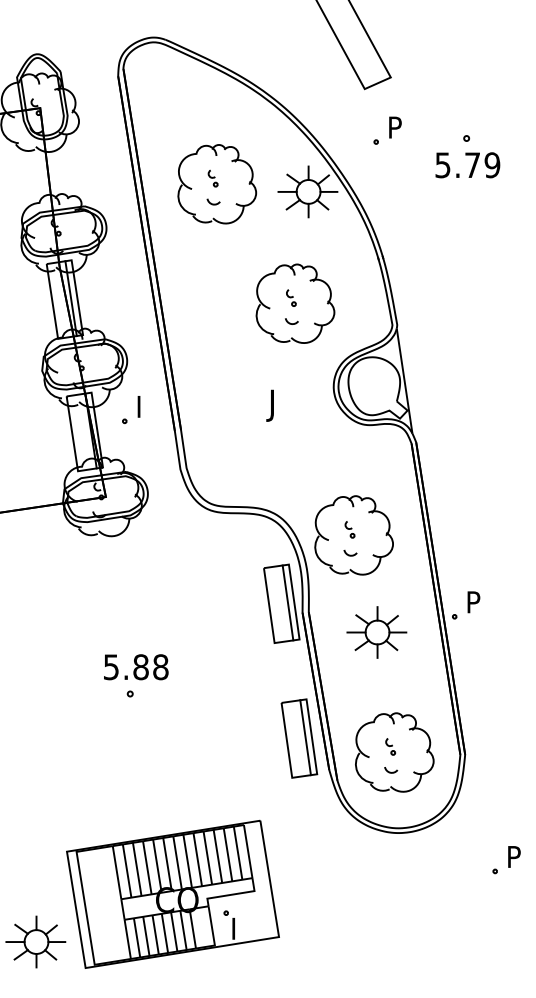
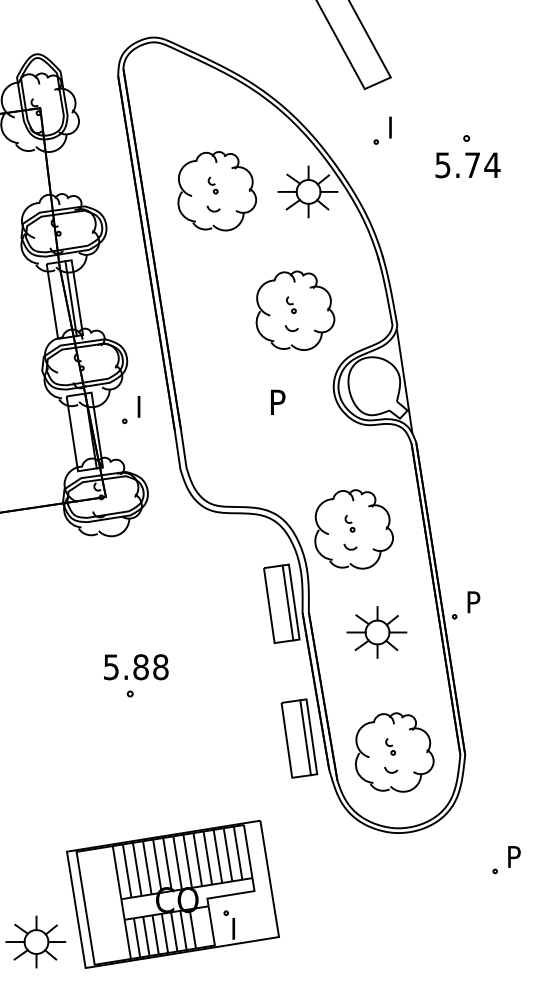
text at (396, 122): P -> I
text at (492, 165): 5.79 -> 5.74
part at (217, 184) position: (217, 184) -> (217, 191)
part at (295, 303) position: (295, 303) -> (295, 310)
text at (275, 405): J -> P
part at (353, 535) position: (353, 535) -> (353, 529)
